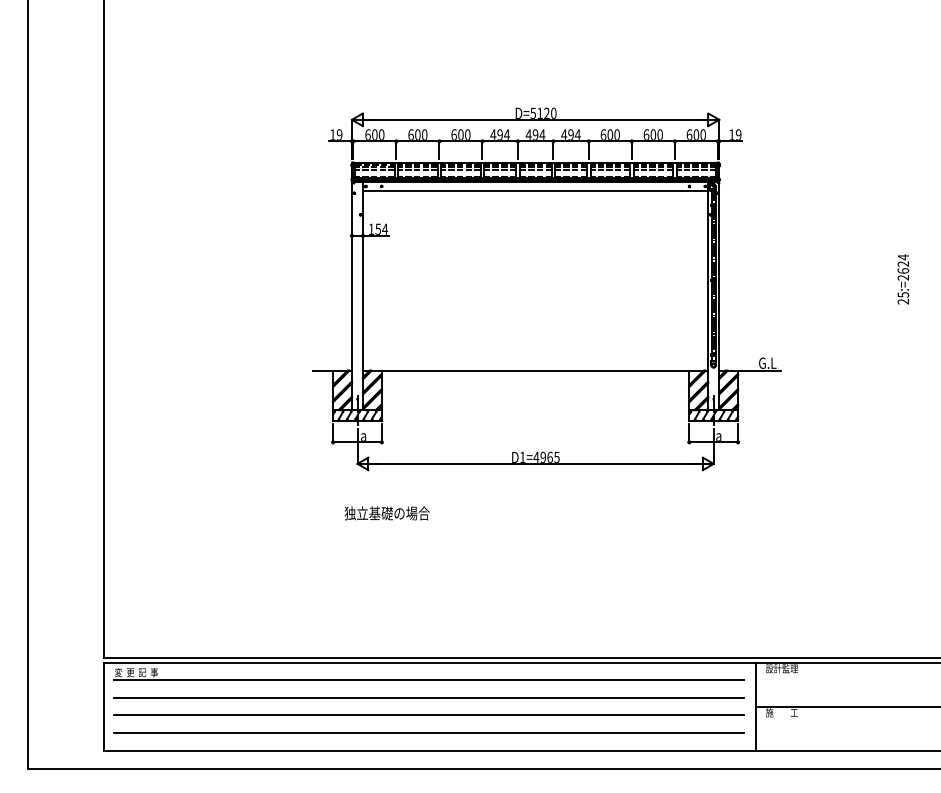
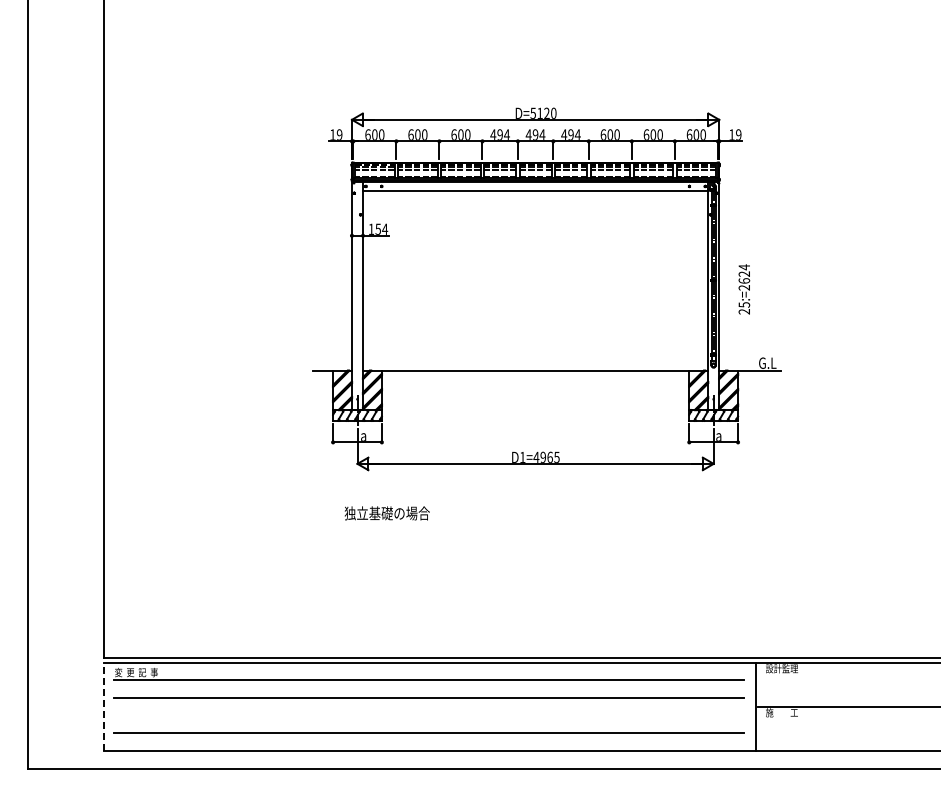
text at (903, 279) position: (903, 279) -> (744, 289)
line at (103, 706): solid -> dashed
line at (428, 715): present -> none
